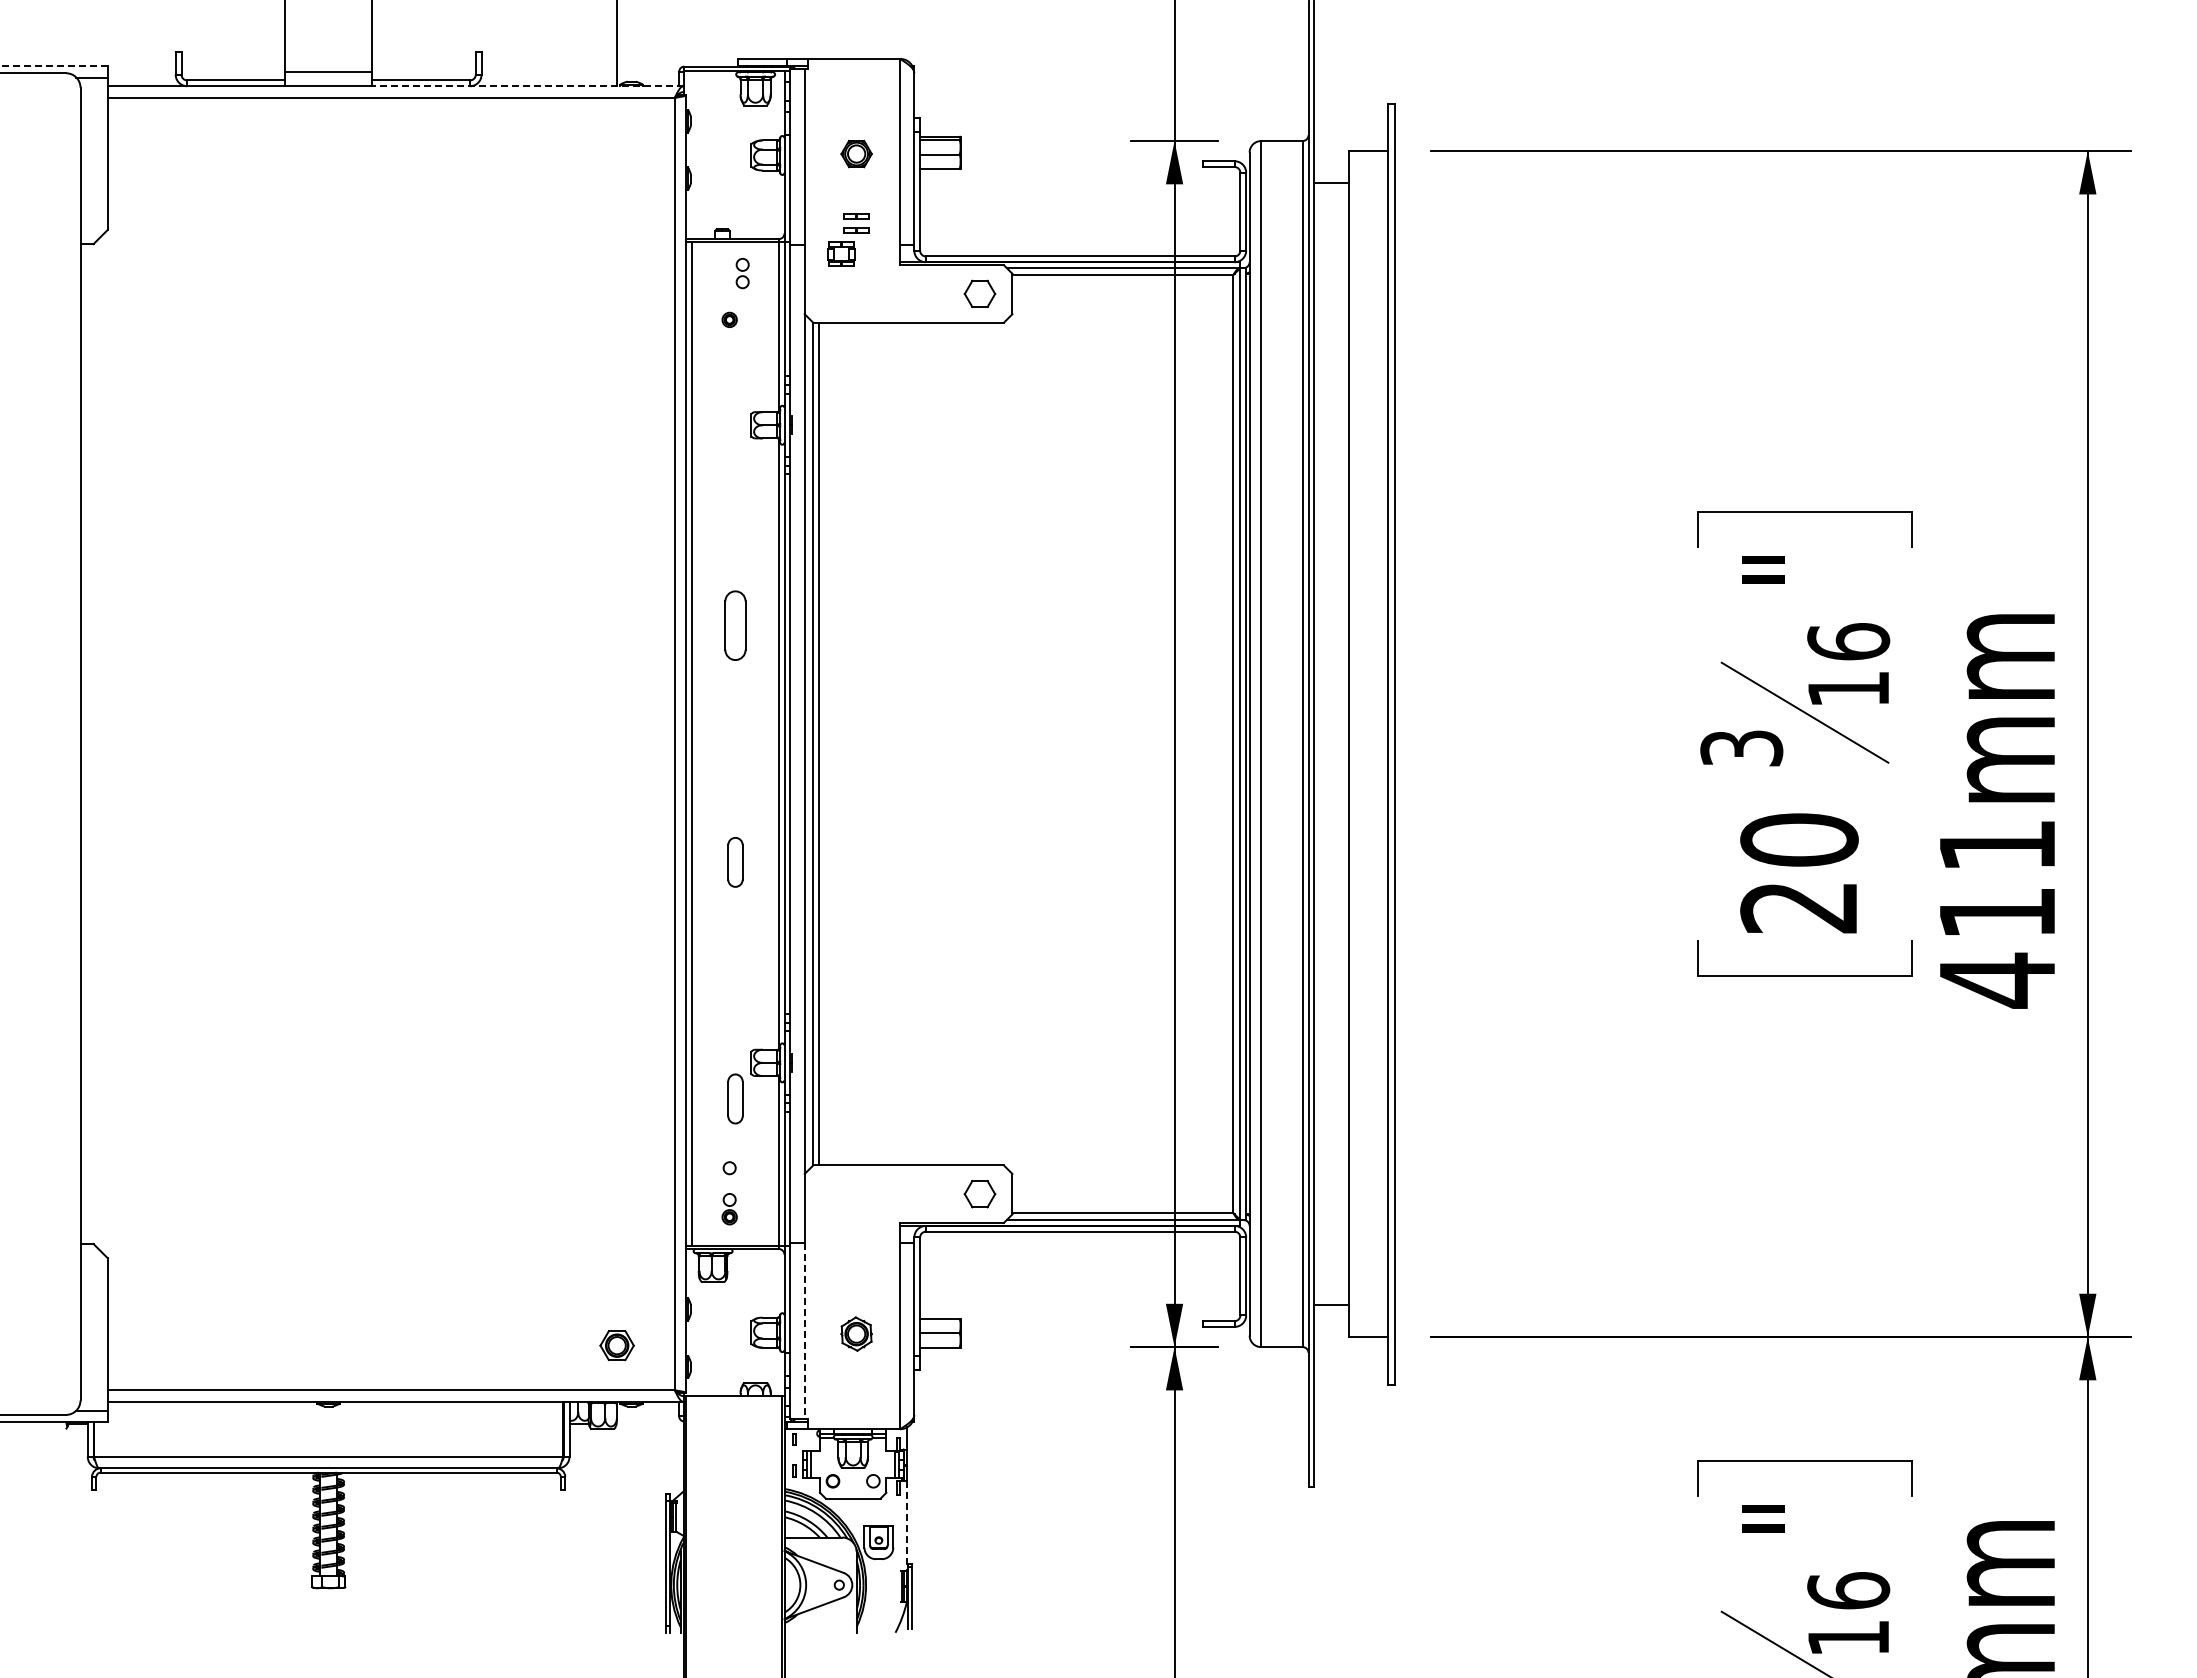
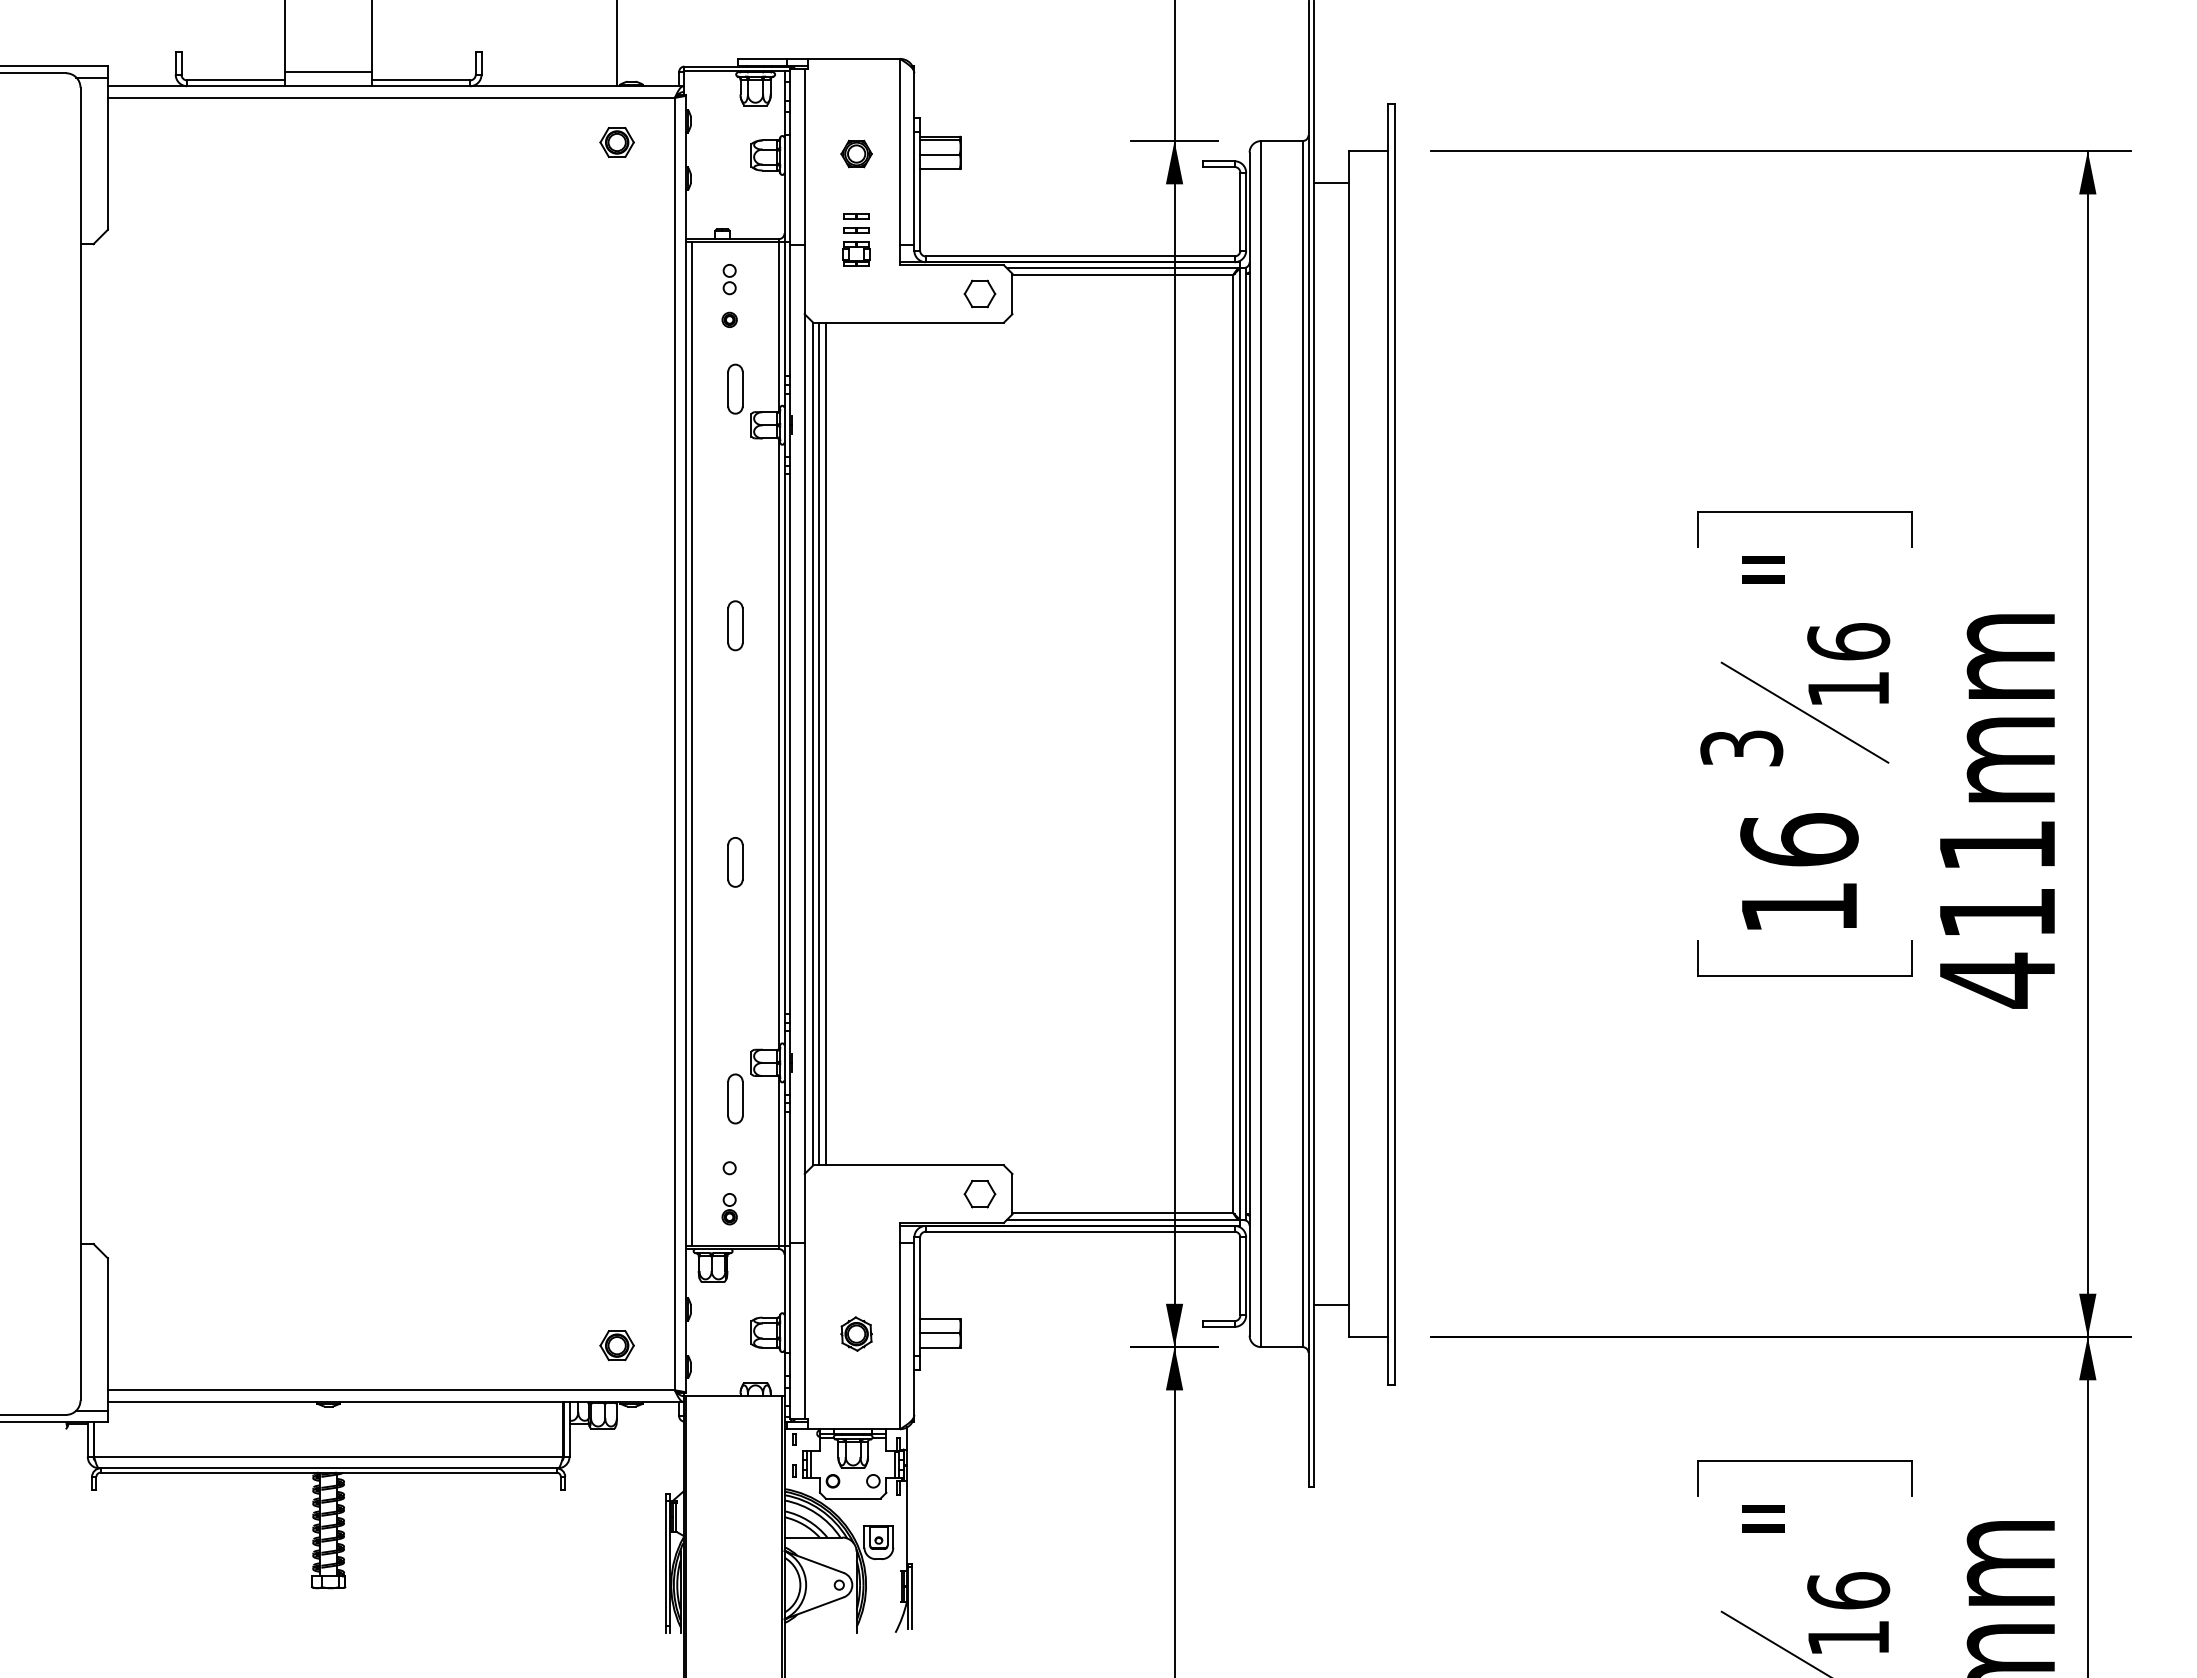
line at (54, 66): dashed -> solid
line at (527, 86): dashed -> solid
part at (616, 142): none -> present
part at (841, 253) position: (841, 253) -> (856, 253)
part at (742, 273) position: (742, 273) -> (729, 279)
part at (735, 388): none -> present
part at (735, 625) size: 23x71 px -> 17x52 px
line at (826, 743): none -> present
text at (1799, 873): 20 -> 16
line at (804, 1331): dashed -> solid
line at (907, 1526): dashed -> solid
